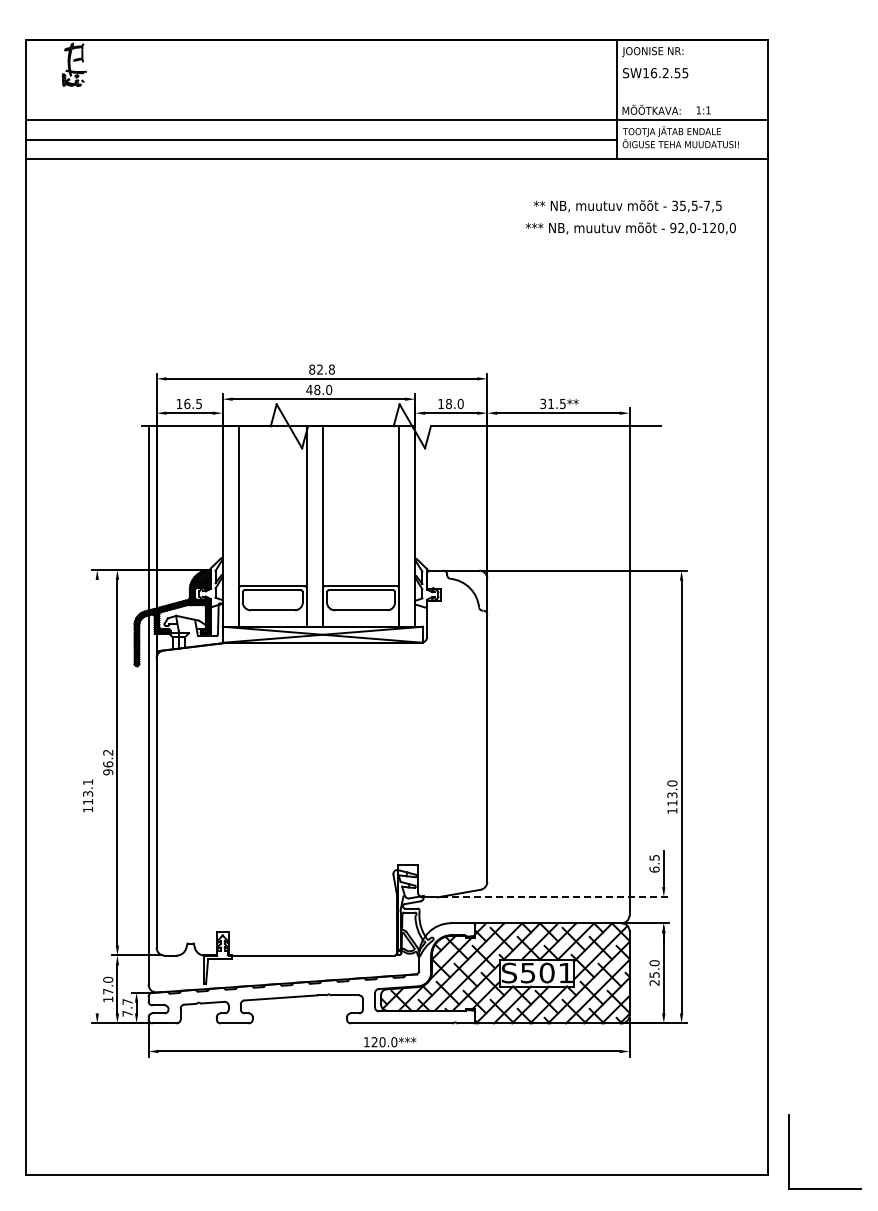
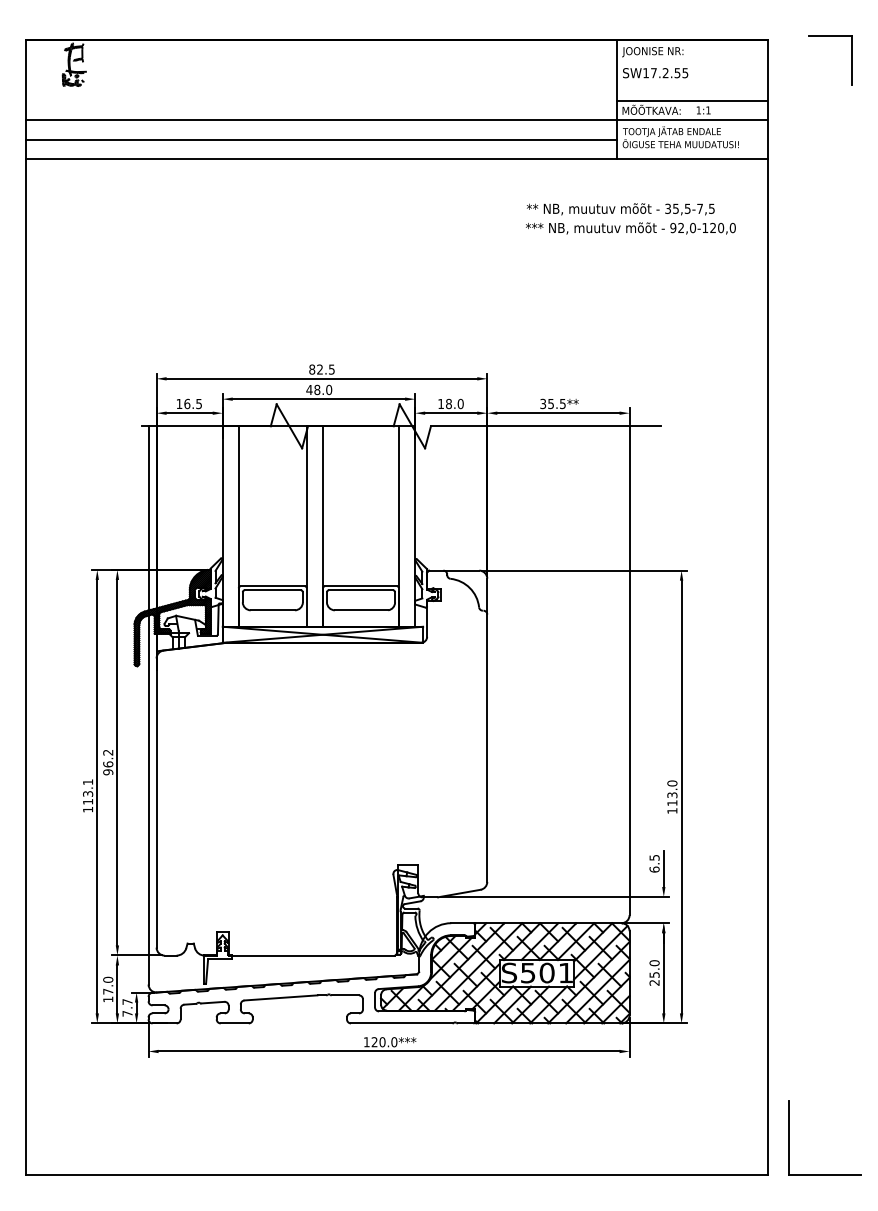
part at (851, 60): none -> present
text at (653, 73): SW16.2.55 -> SW17.2.55
line at (691, 100): none -> present
text at (627, 206) position: (627, 206) -> (620, 209)
text at (331, 369): 82.8 -> 82.5
text at (550, 404): 31.5** -> 35.5**
line at (97, 796): none -> present
line at (554, 897): dashed -> solid
part at (789, 1151) position: (789, 1151) -> (789, 1137)
